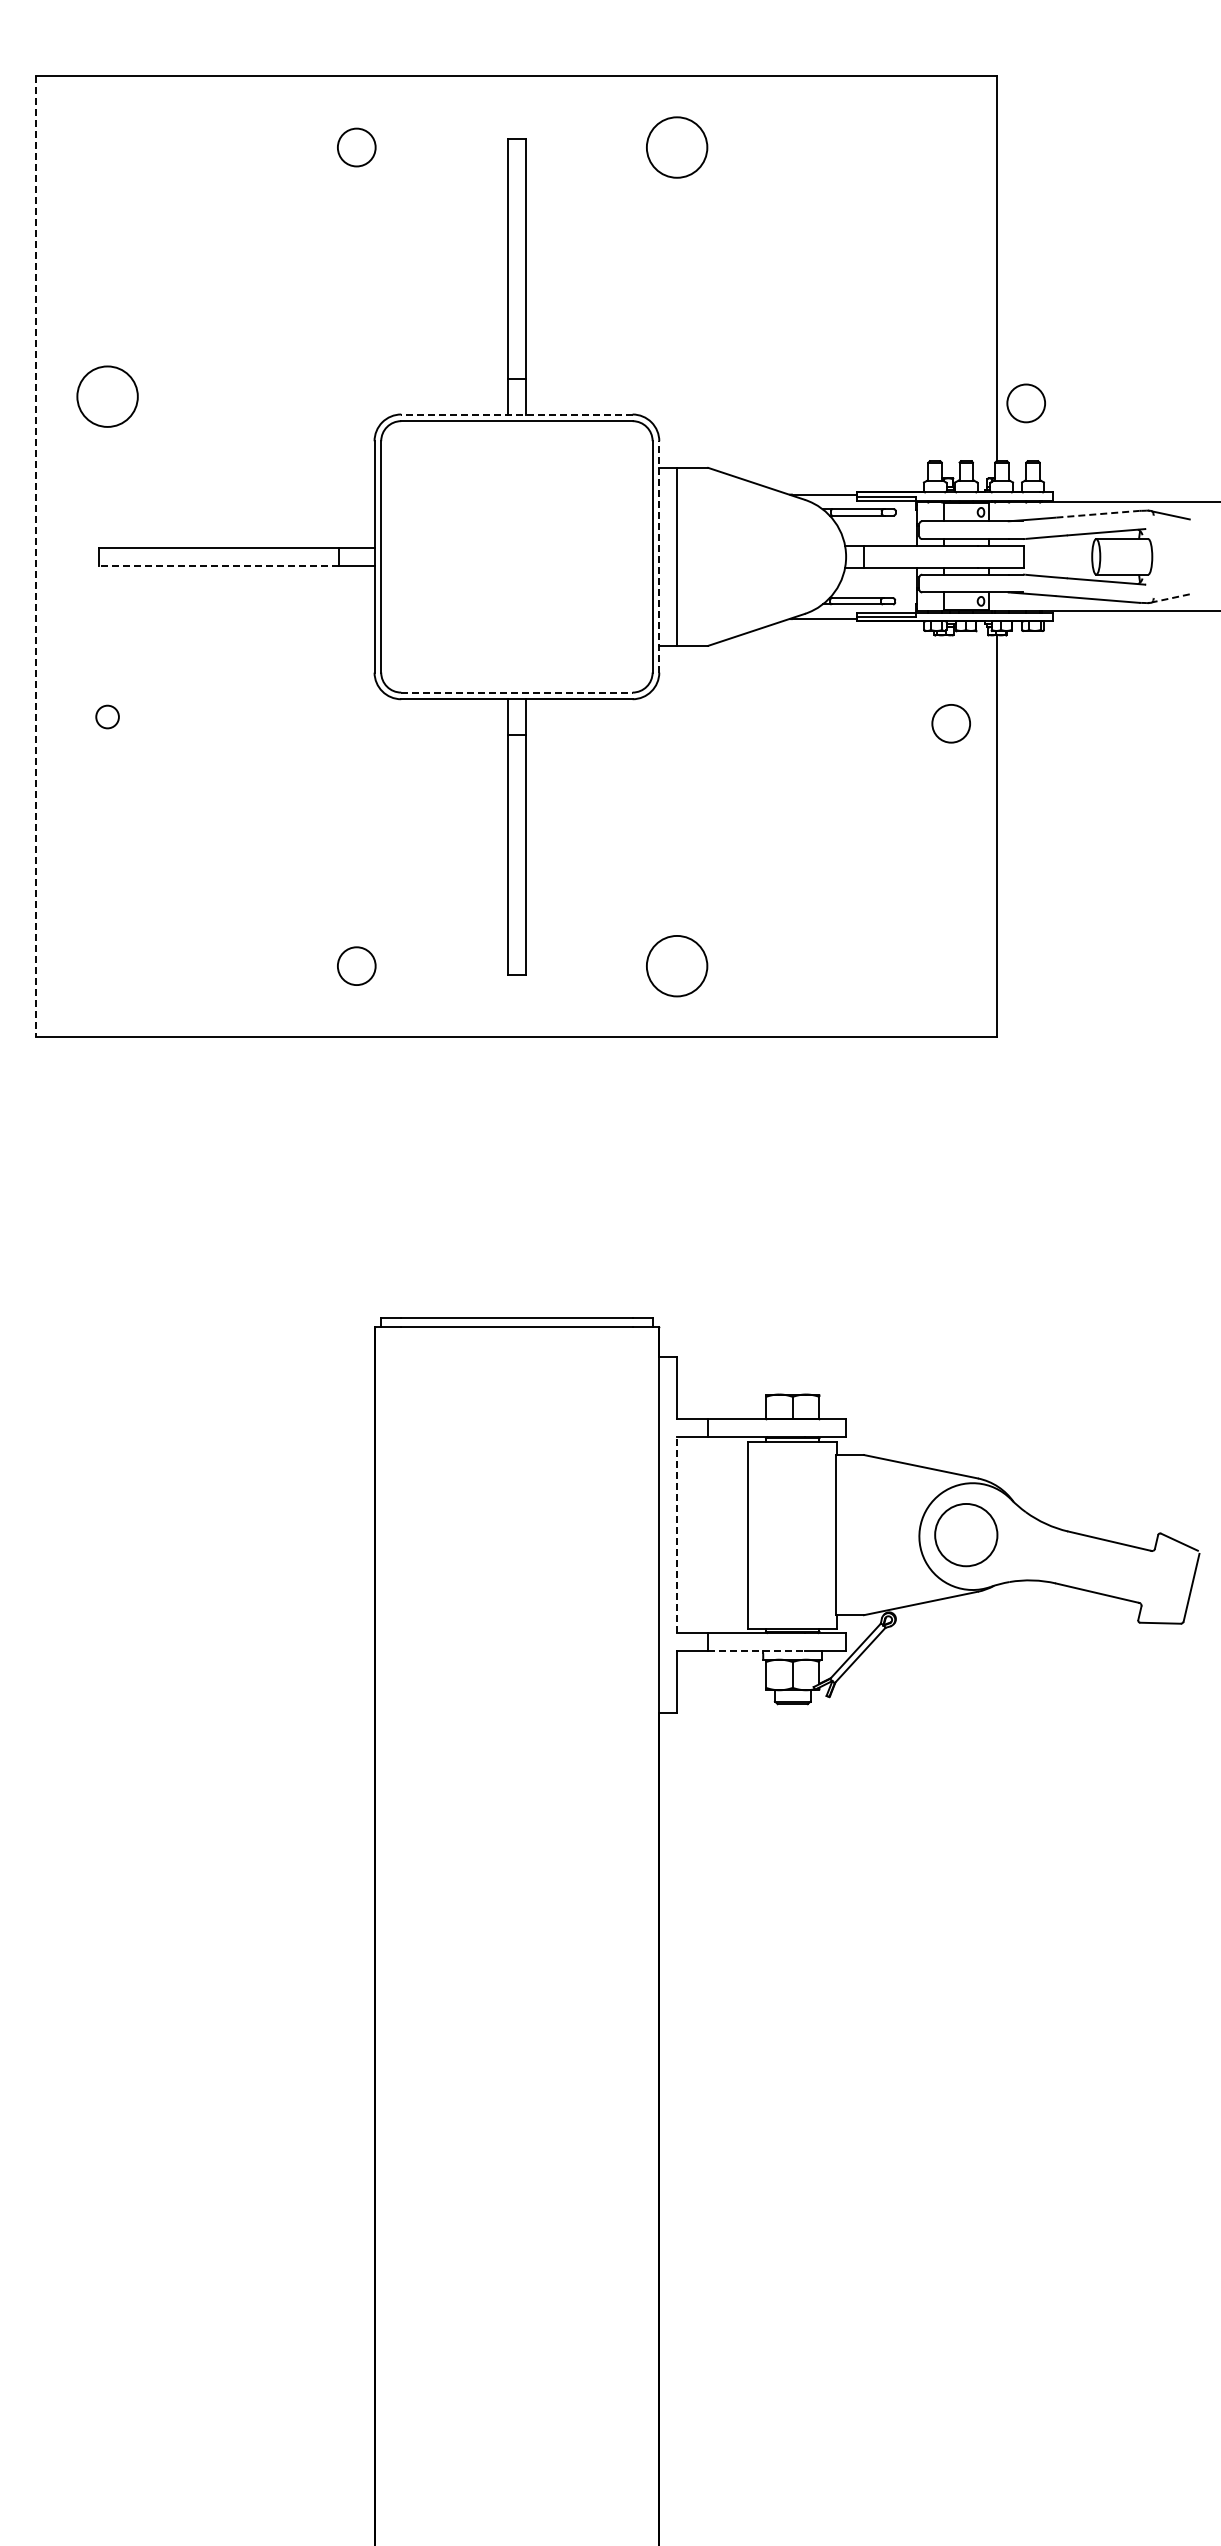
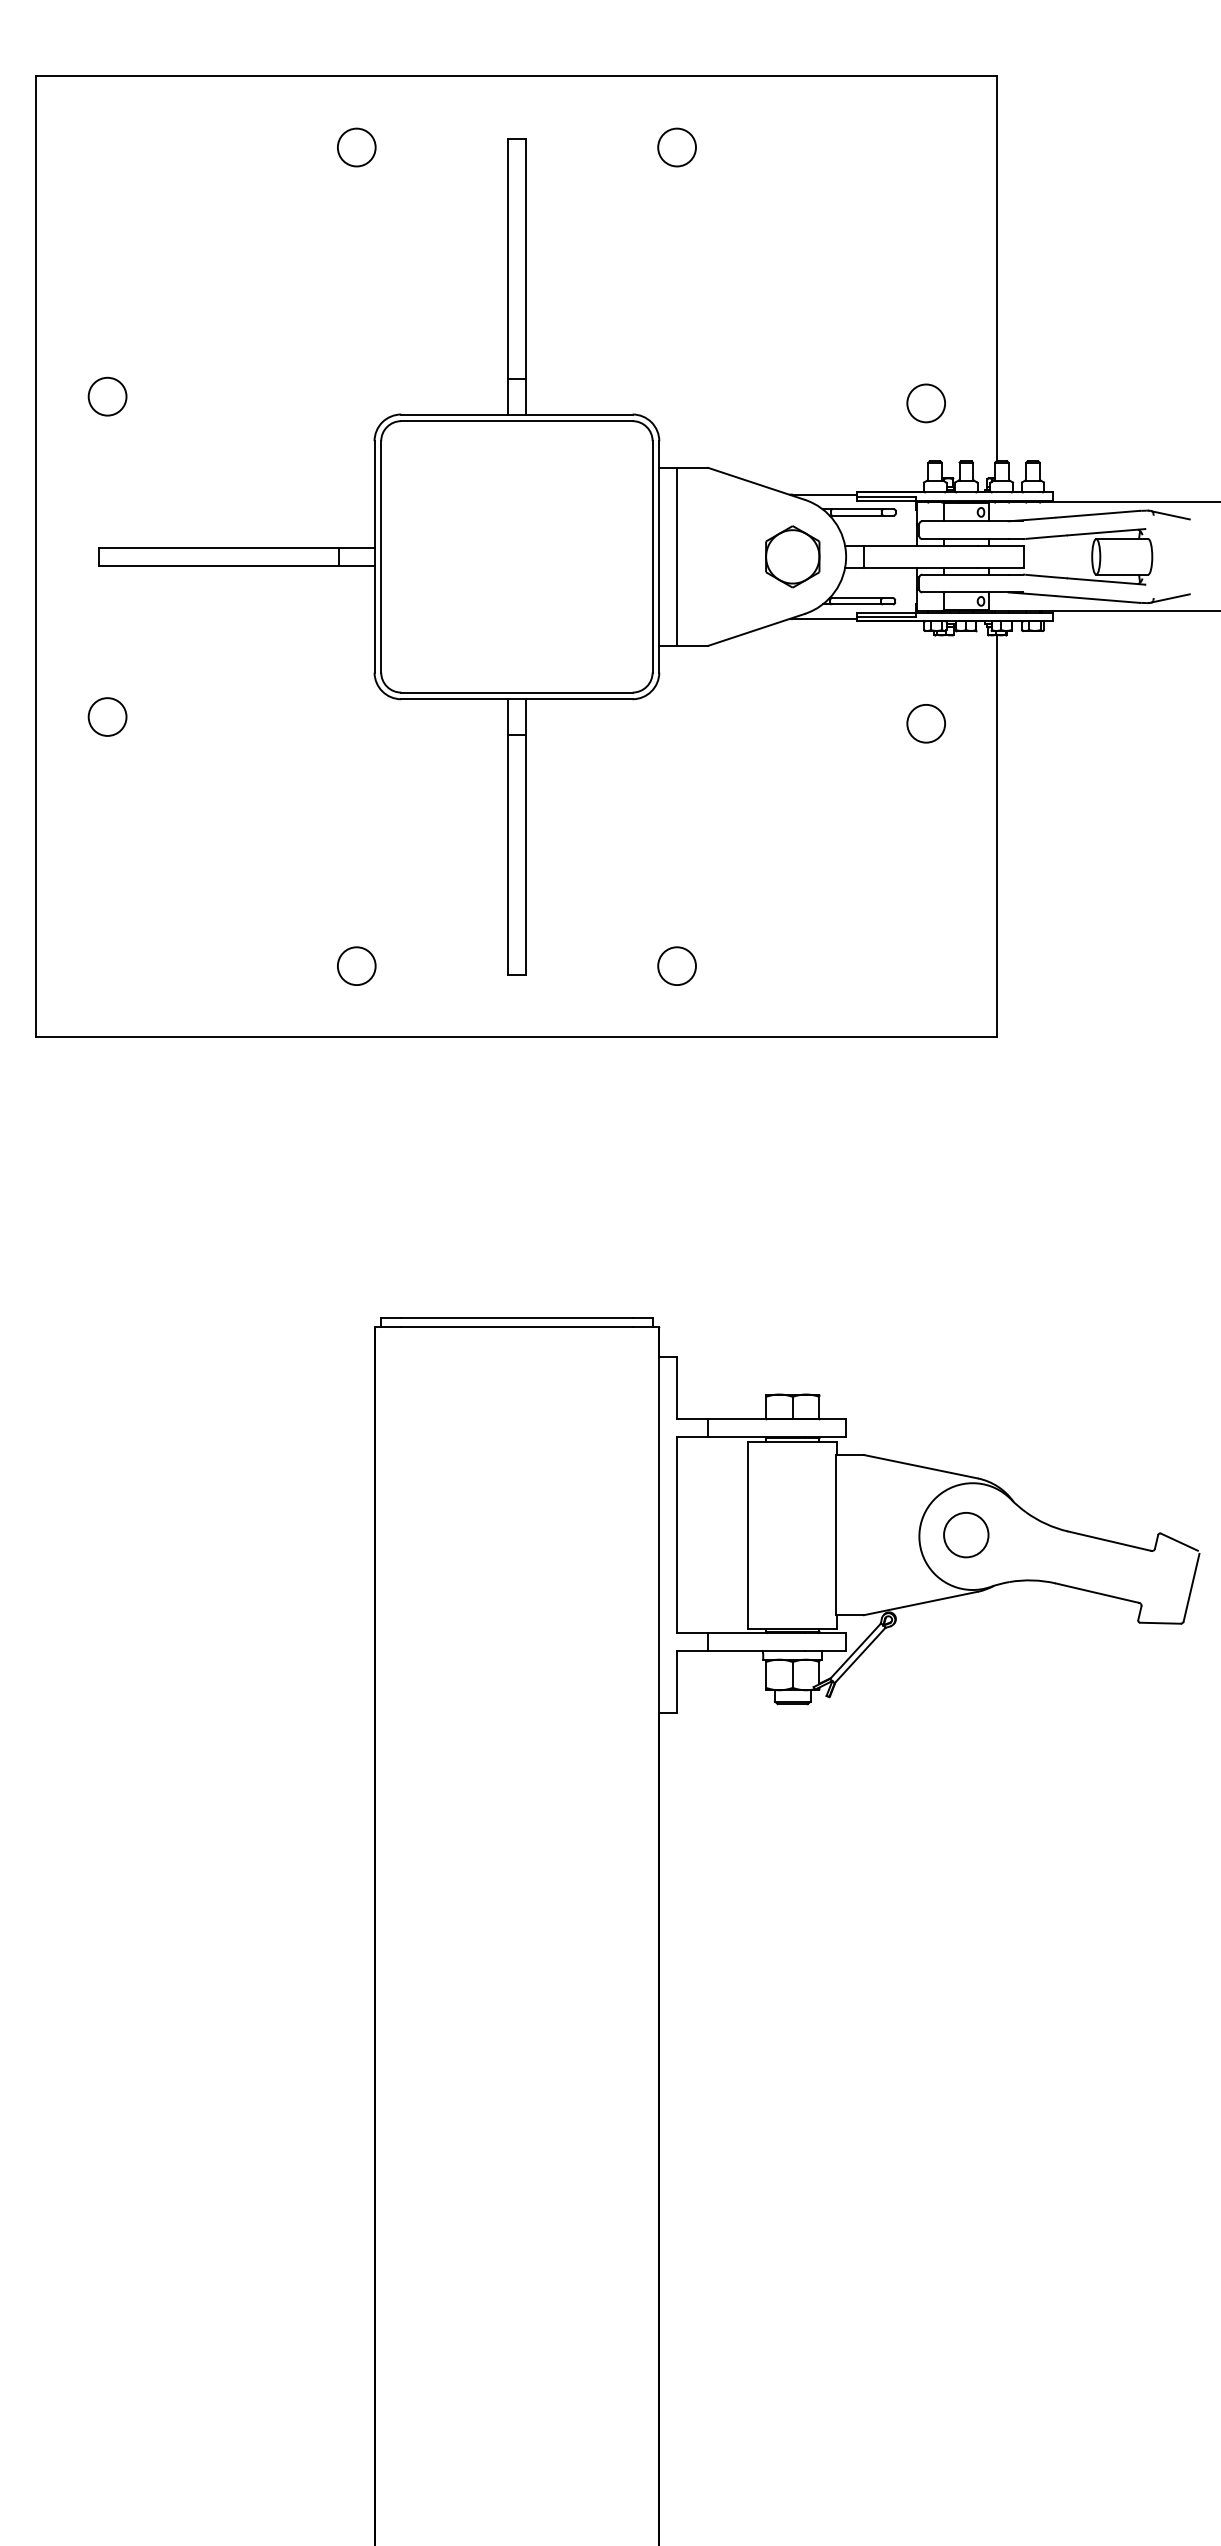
circle at (676, 147) diameter: 60 px -> 38 px
circle at (107, 396) diameter: 60 px -> 38 px
circle at (1025, 403) position: (1025, 403) -> (925, 403)
line at (516, 414): dashed -> solid
line at (1097, 514): dashed -> solid
line at (36, 556): dashed -> solid
line at (659, 556): dashed -> solid
part at (792, 556): none -> present
line at (218, 565): dashed -> solid
line at (1170, 598): dashed -> solid
line at (516, 692): dashed -> solid
circle at (107, 716) diameter: 23 px -> 38 px
circle at (950, 723) position: (950, 723) -> (925, 723)
circle at (676, 965) diameter: 60 px -> 38 px
circle at (966, 1534) diameter: 62 px -> 44 px
line at (677, 1535): dashed -> solid
line at (757, 1650): dashed -> solid
